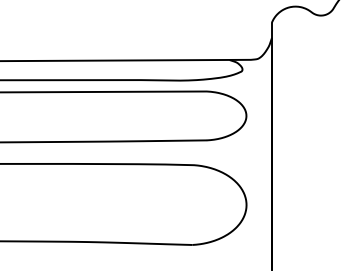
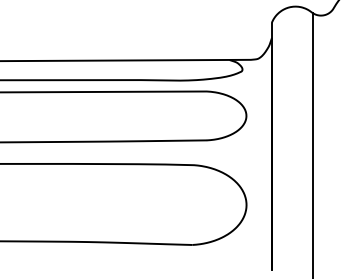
line at (312, 144): none -> present
